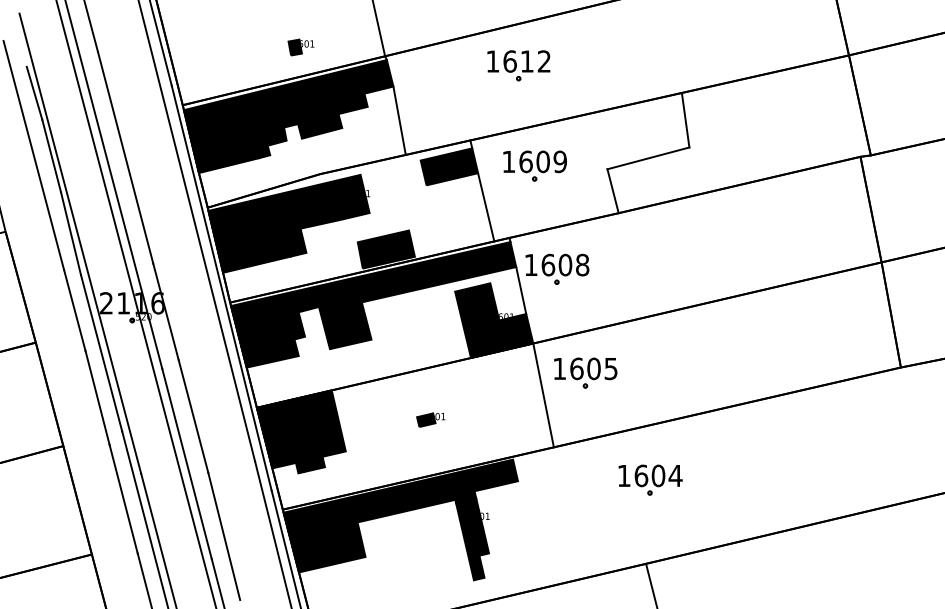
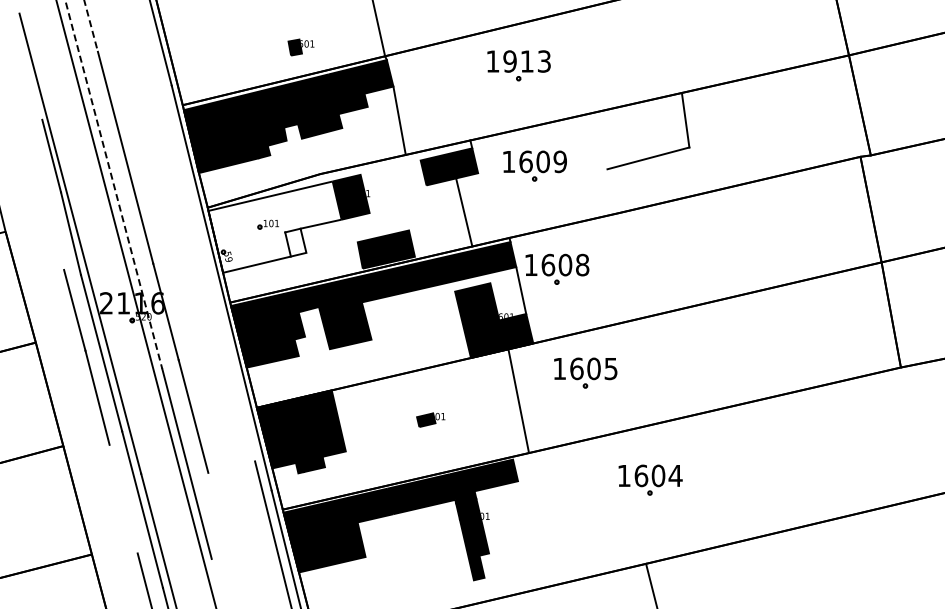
line at (91, 26): solid -> dashed
text at (526, 61): 1612 -> 1913
line at (34, 92): present -> none
line at (33, 154): present -> none
line at (113, 185): solid -> dashed
line at (612, 191): present -> none
line at (486, 207) position: (486, 207) -> (464, 212)
fill at (274, 226): present -> none
line at (197, 231): present -> none
line at (543, 395) position: (543, 395) -> (518, 400)
line at (123, 498): present -> none
line at (224, 536): present -> none
line at (217, 581): present -> none
